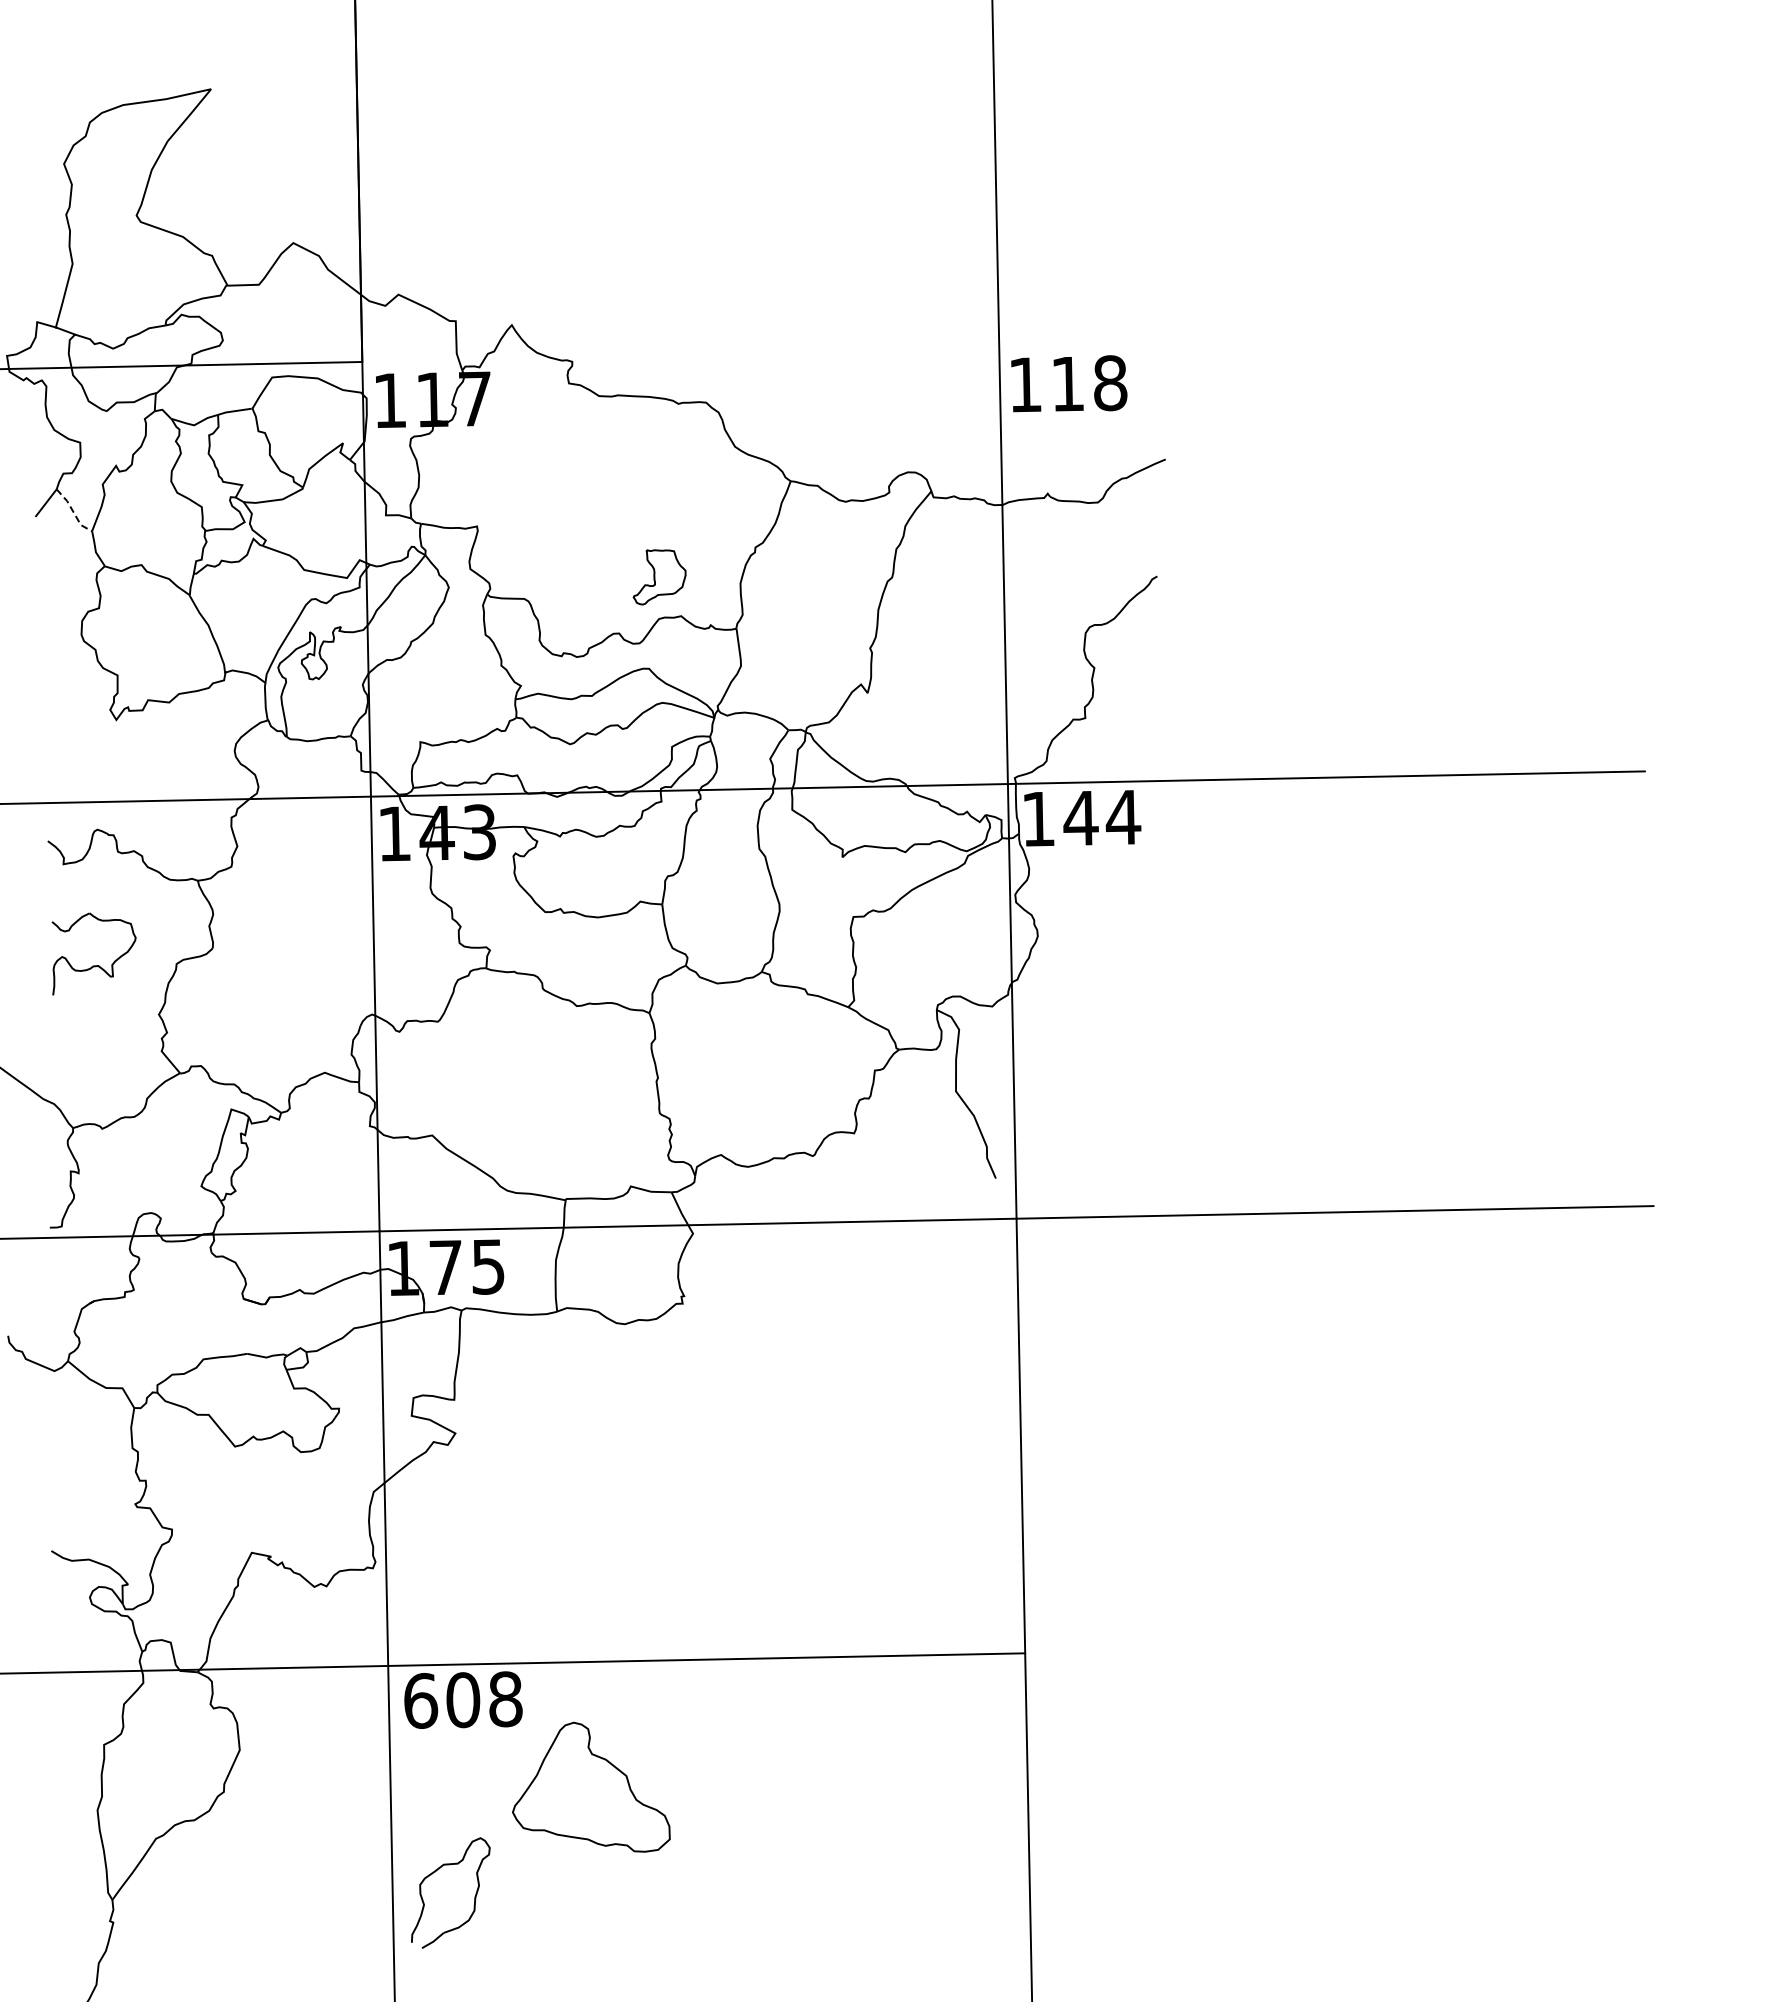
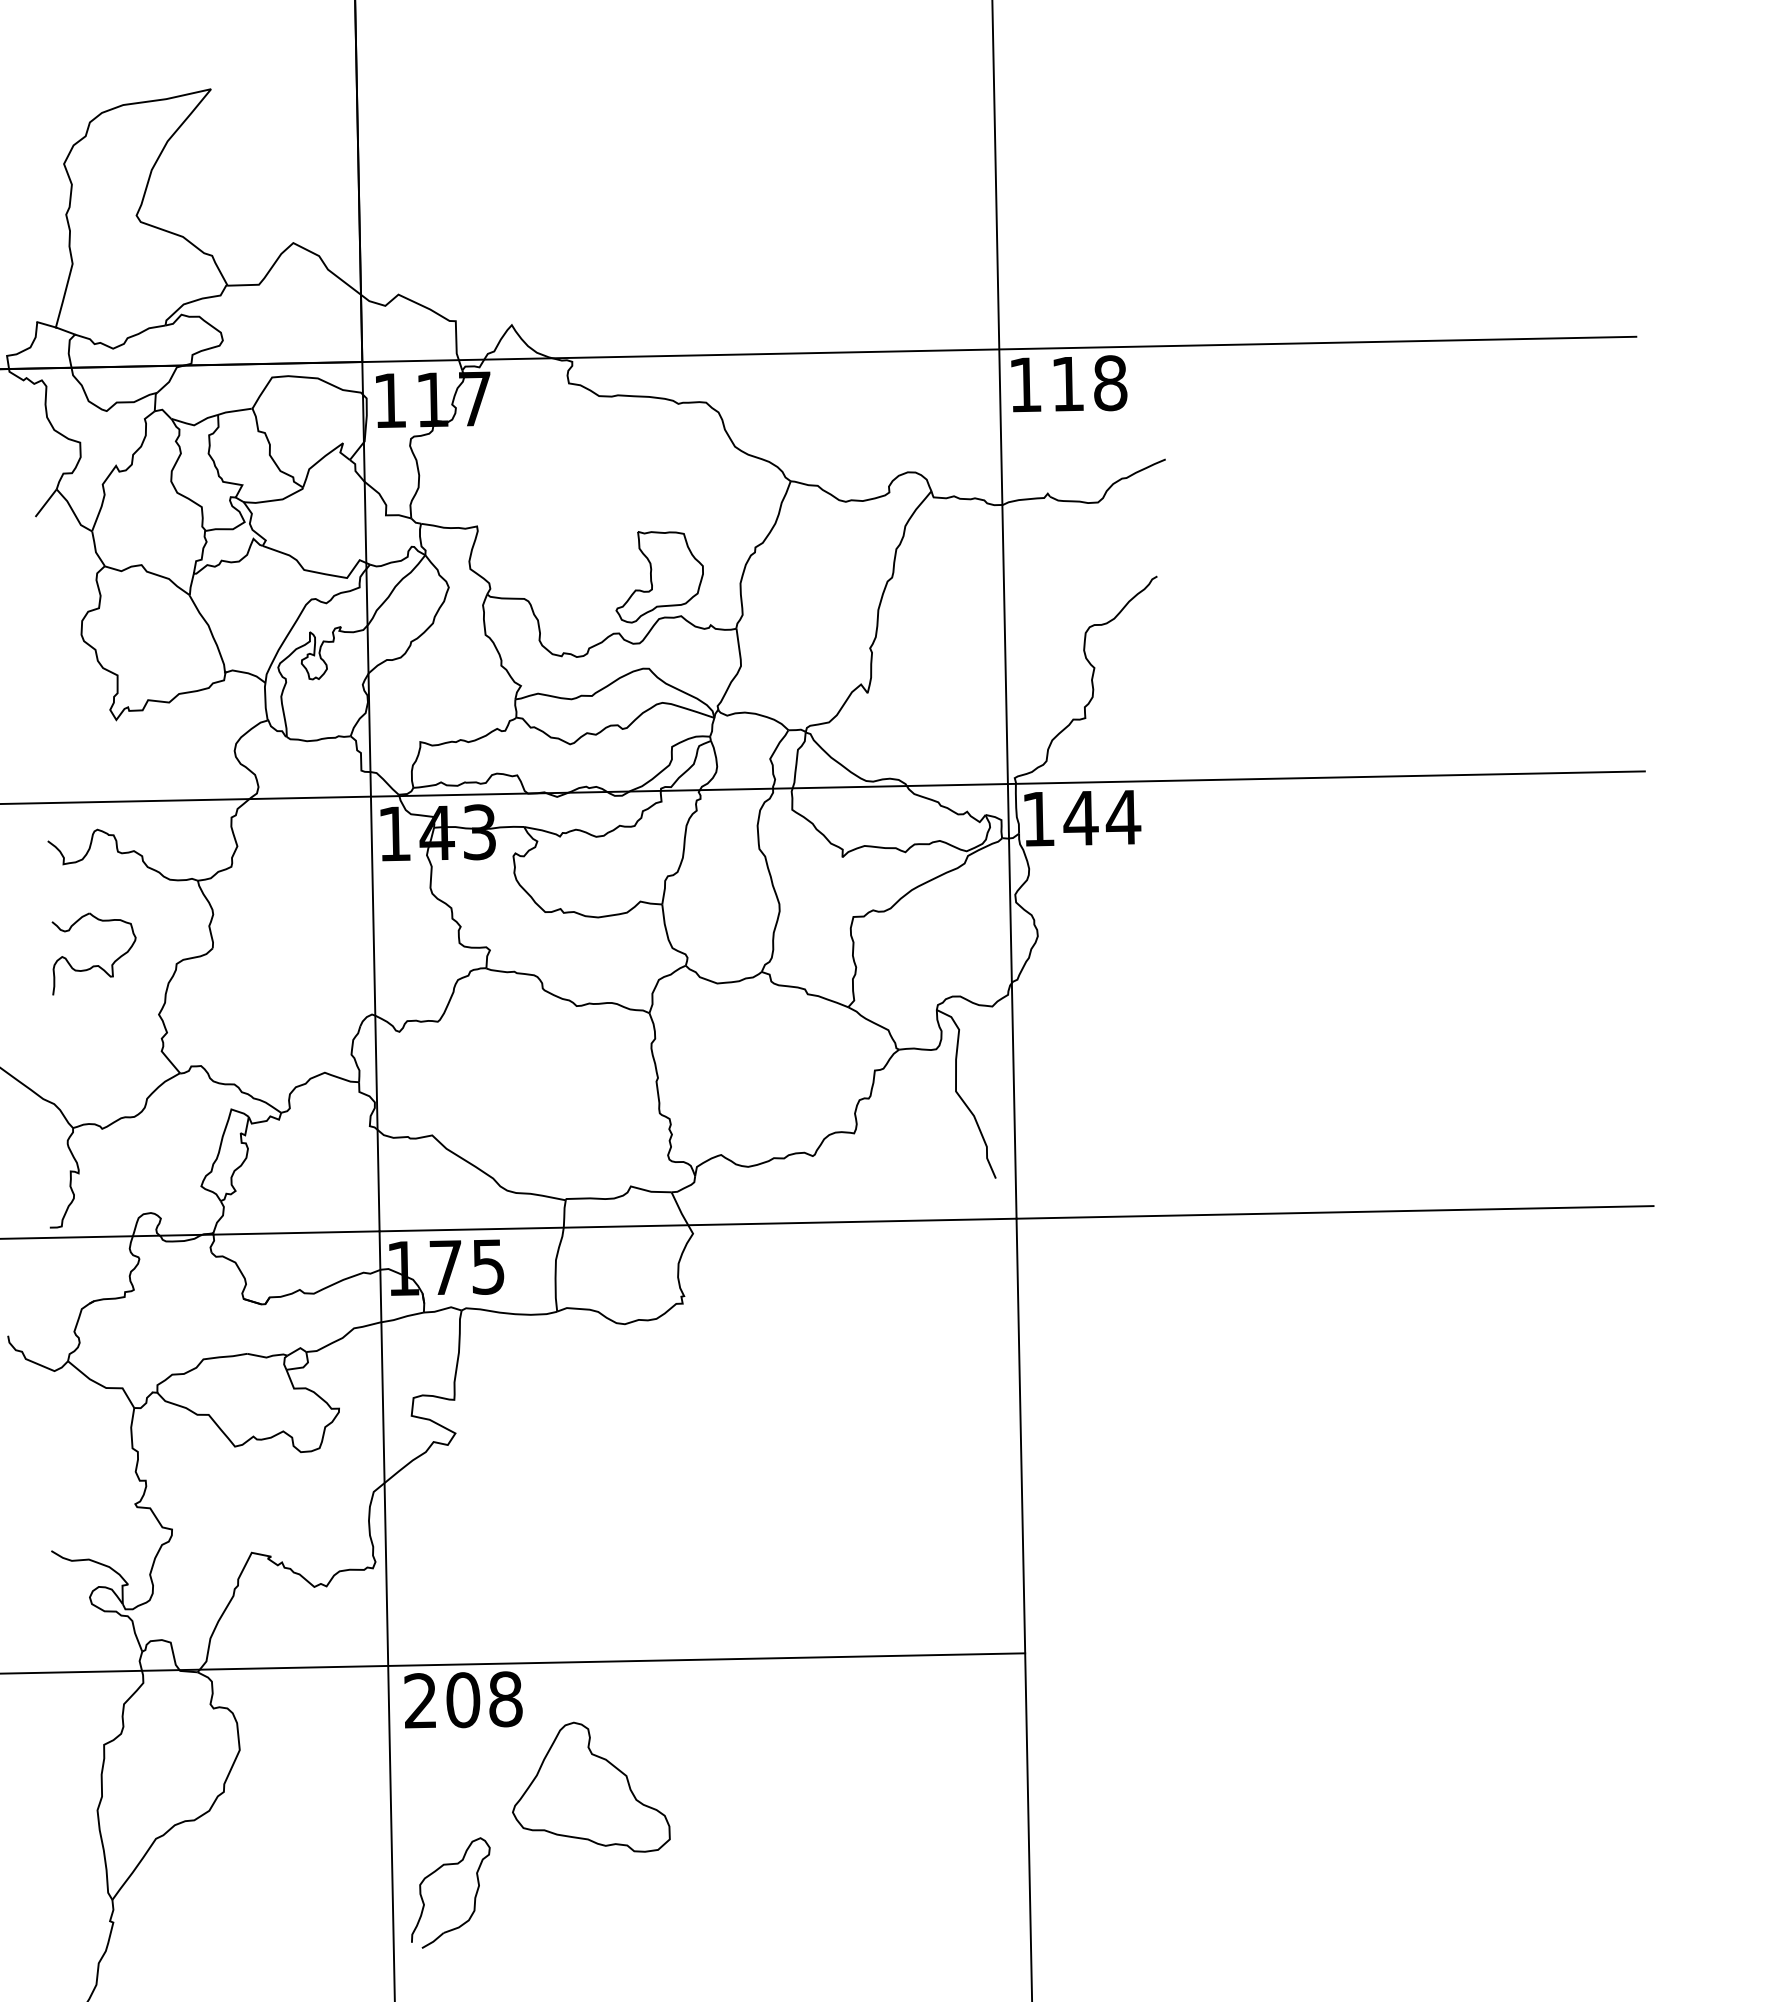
line at (819, 352): none -> present
line at (73, 512): dashed -> solid
part at (659, 577) size: 55x57 px -> 89x93 px
text at (421, 1700): 608 -> 208
